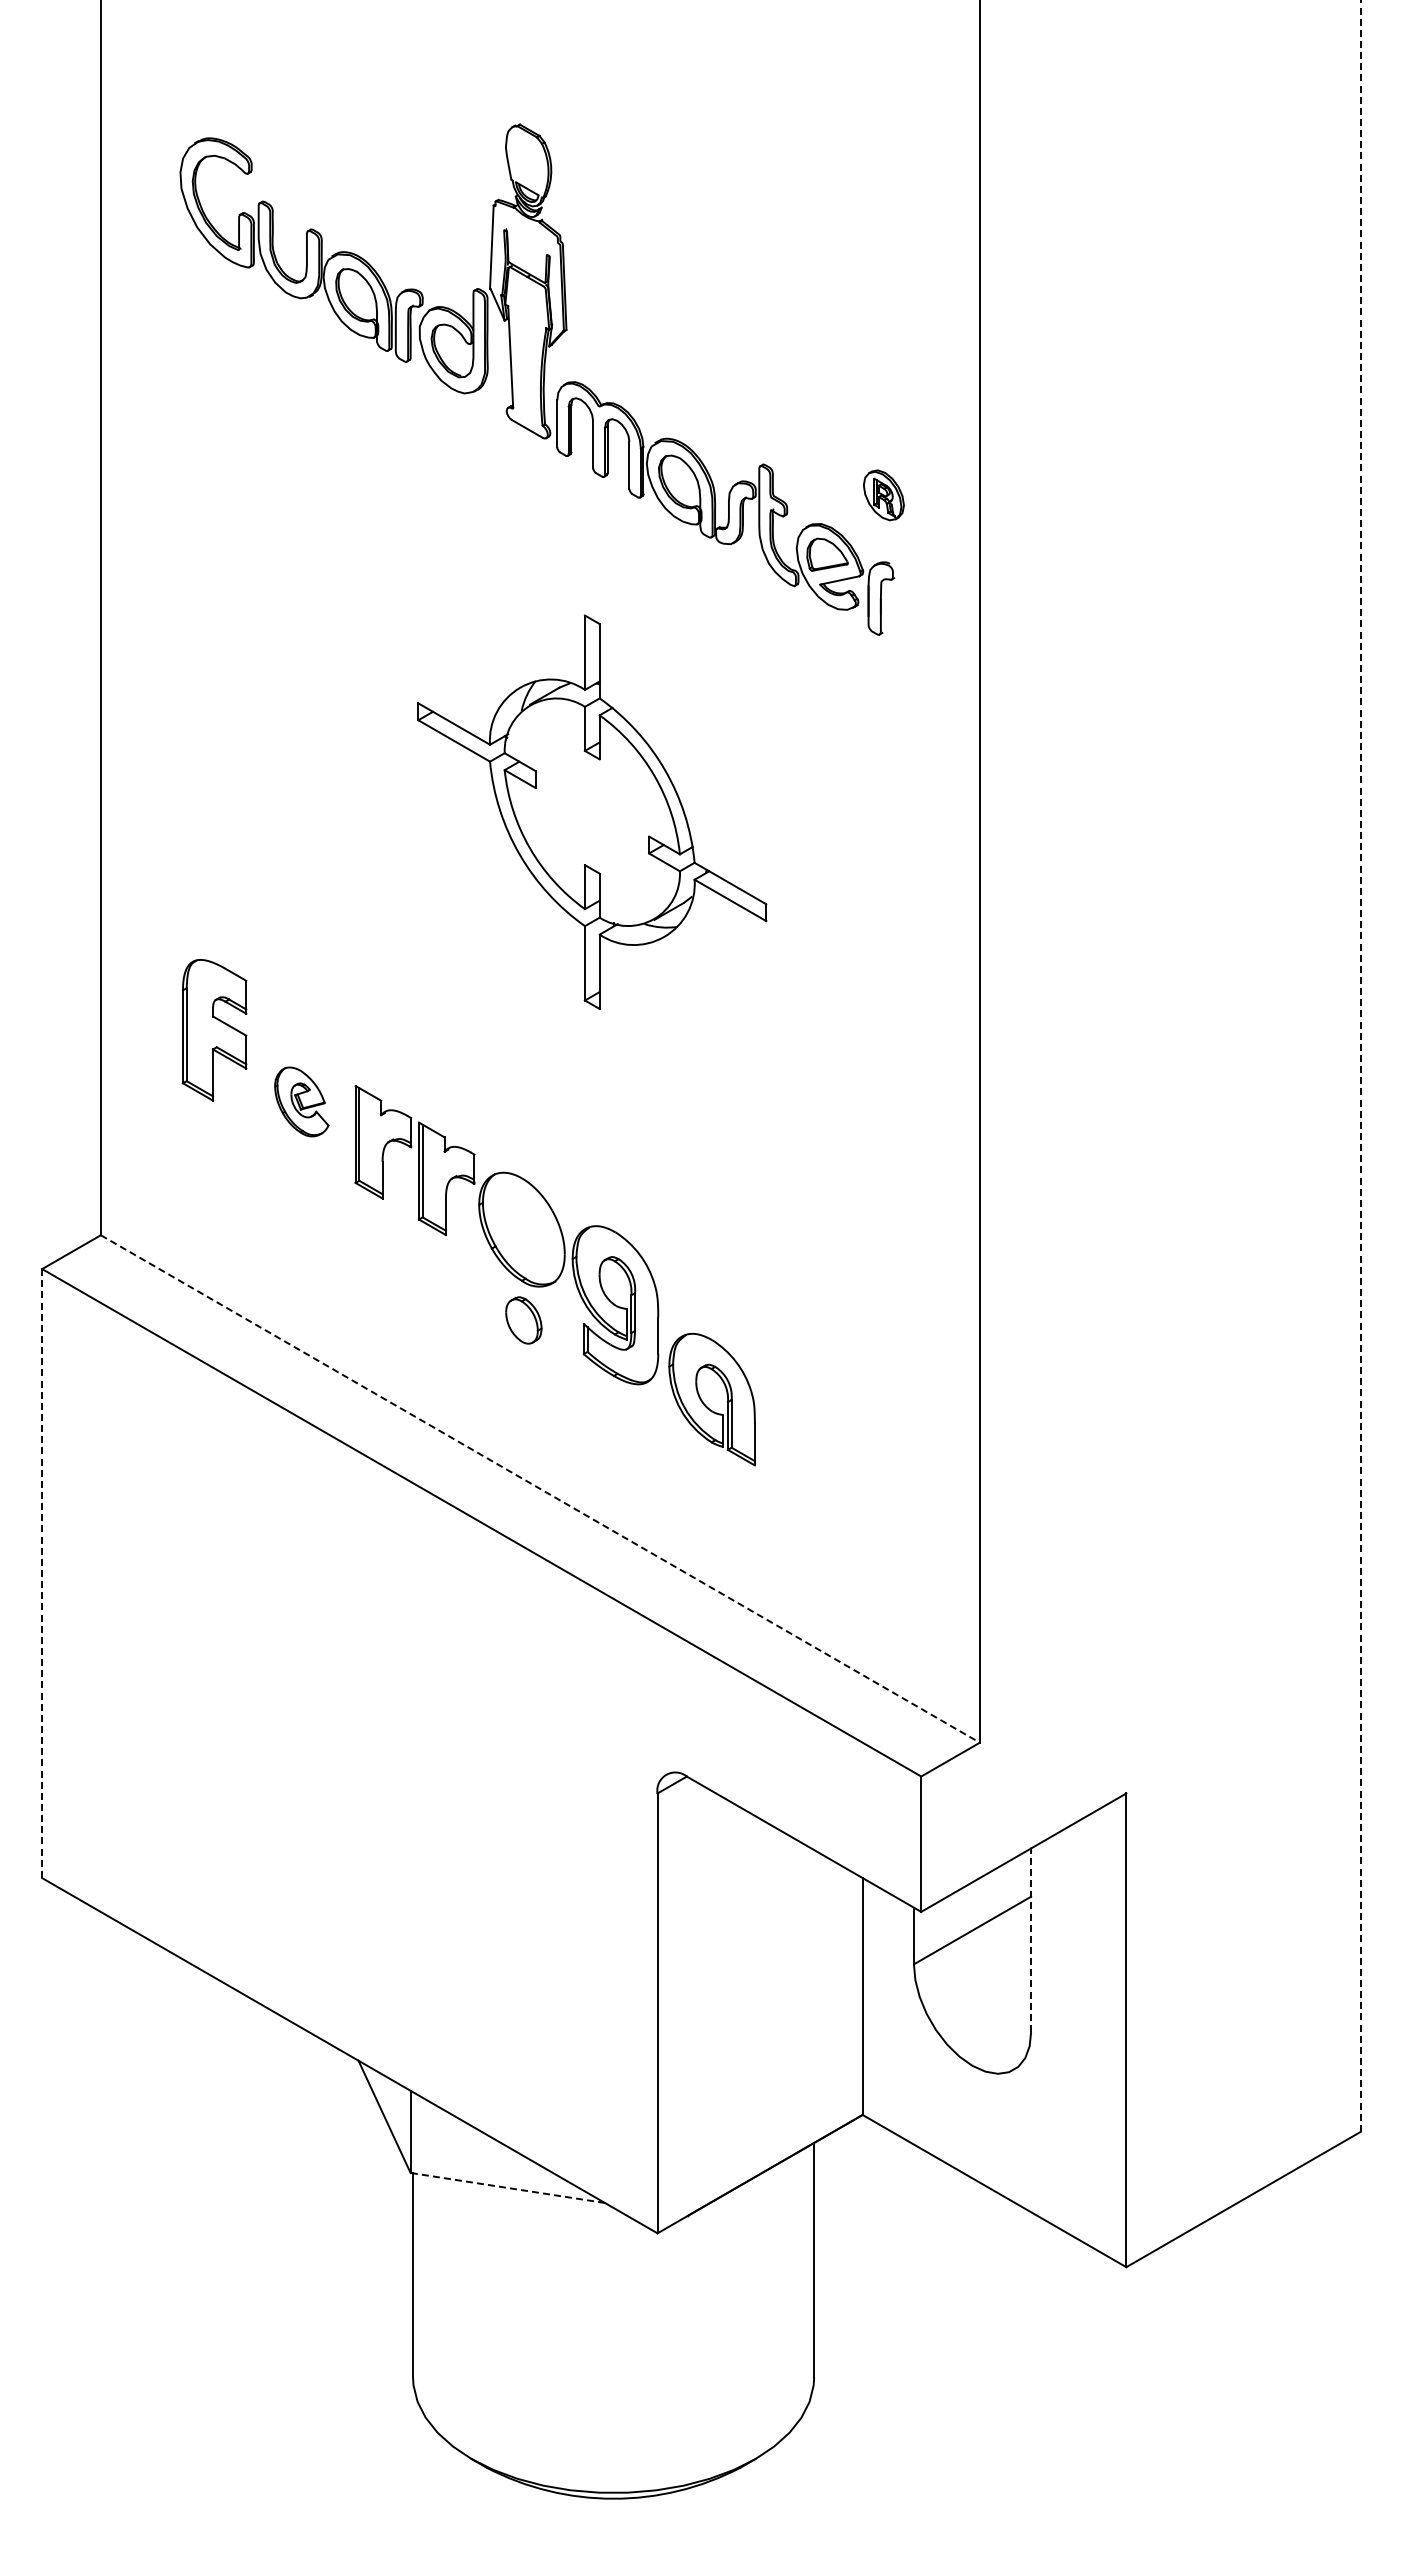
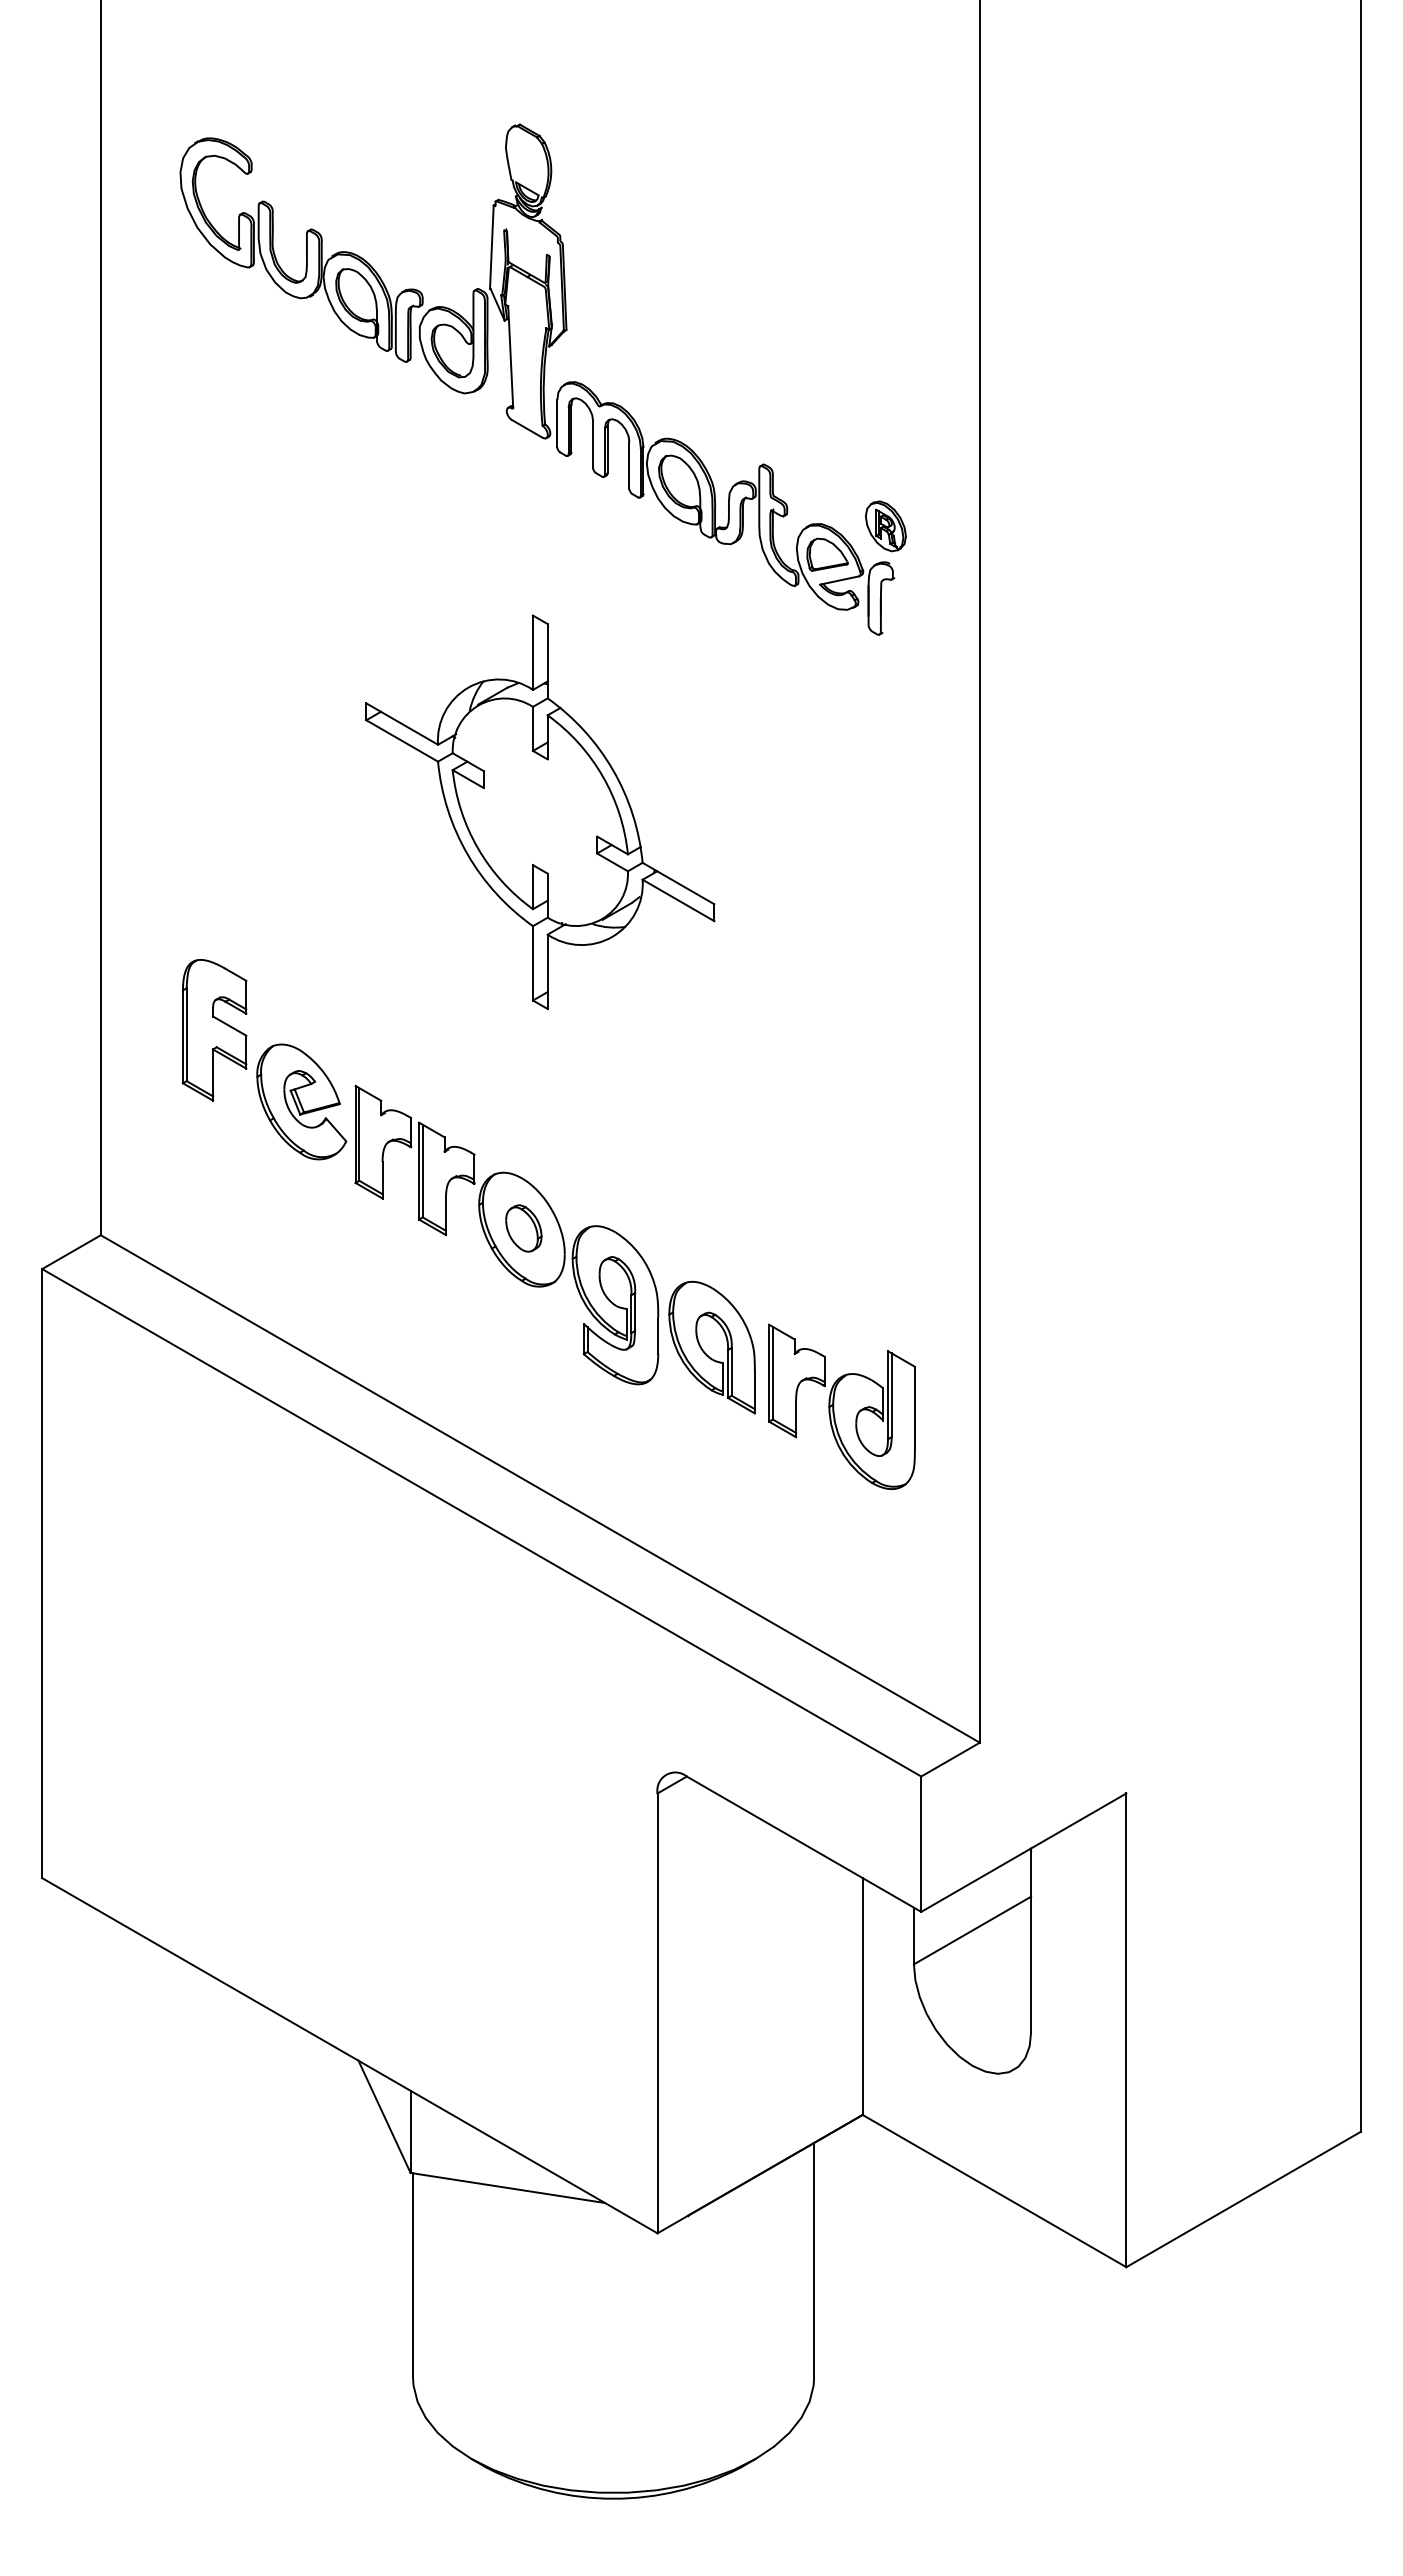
part at (883, 495) position: (883, 495) -> (885, 526)
part at (592, 811) position: (592, 811) -> (540, 811)
line at (1360, 1066): dashed -> solid
part at (301, 1101) size: 56x72 px -> 92x118 px
part at (523, 1320) position: (523, 1320) -> (523, 1228)
part at (705, 1404) position: (705, 1404) -> (705, 1352)
part at (841, 1406): none -> present
line at (540, 1489): dashed -> solid
line at (42, 1573): dashed -> solid
line at (1031, 1941): dashed -> solid
line at (507, 2187): dashed -> solid
